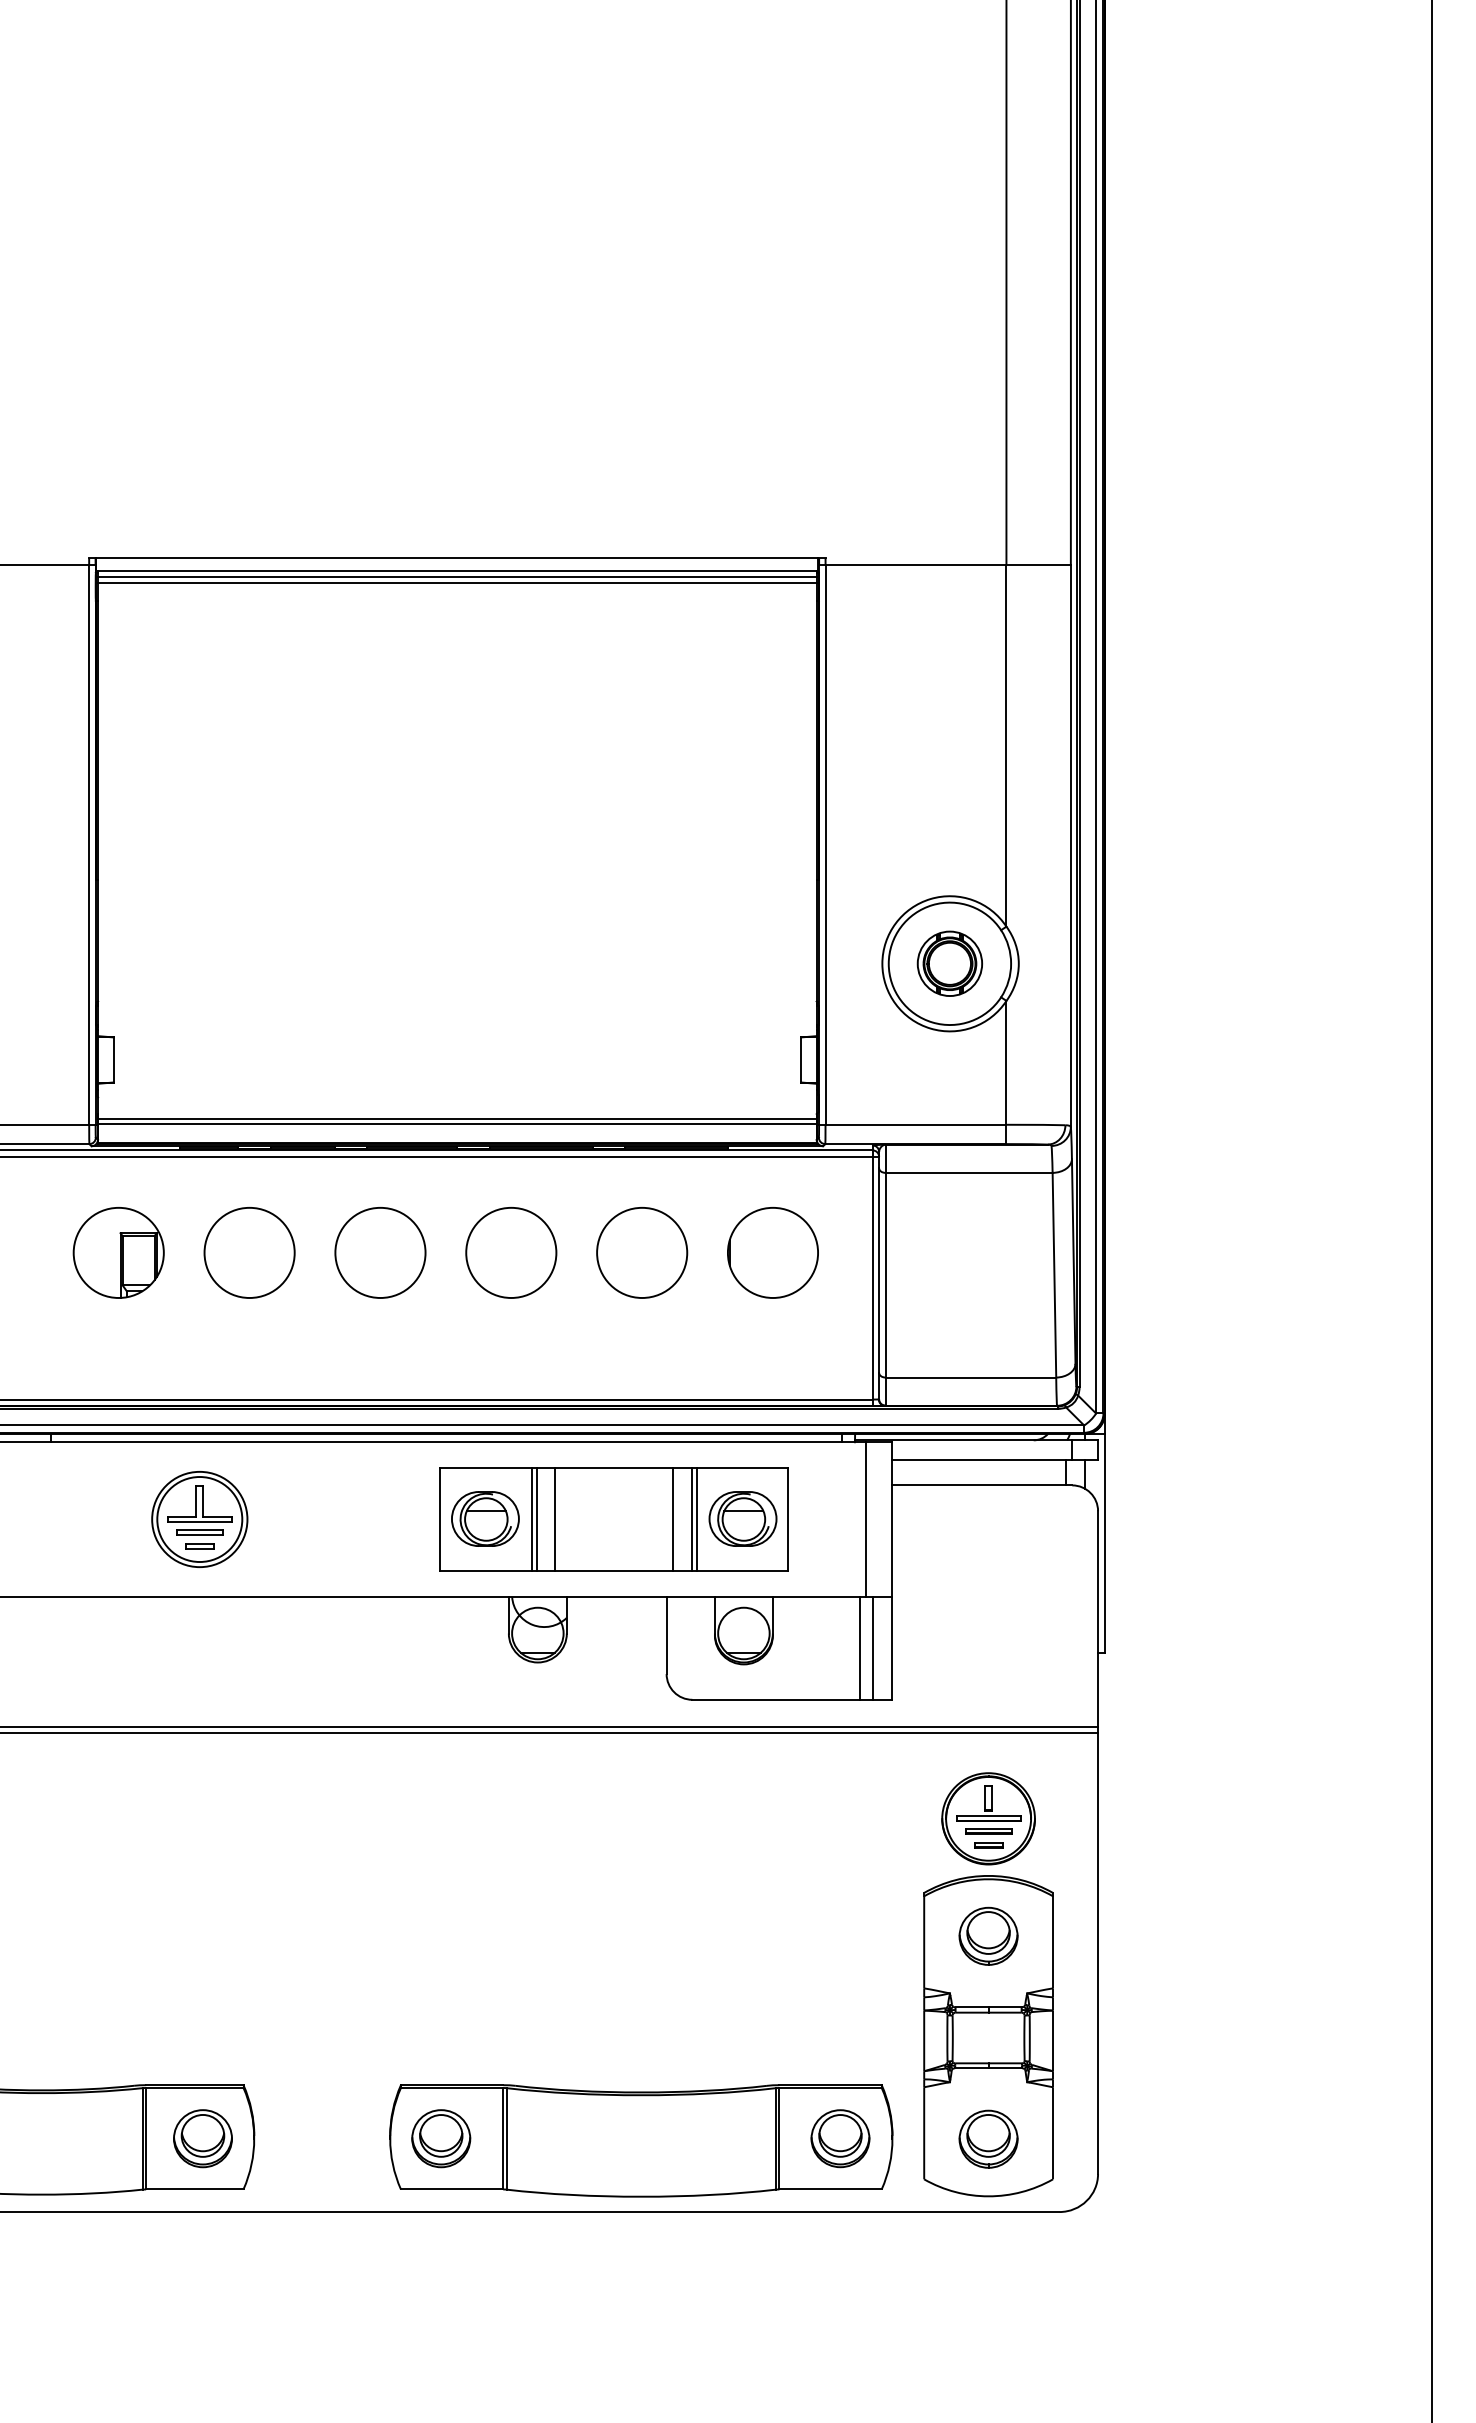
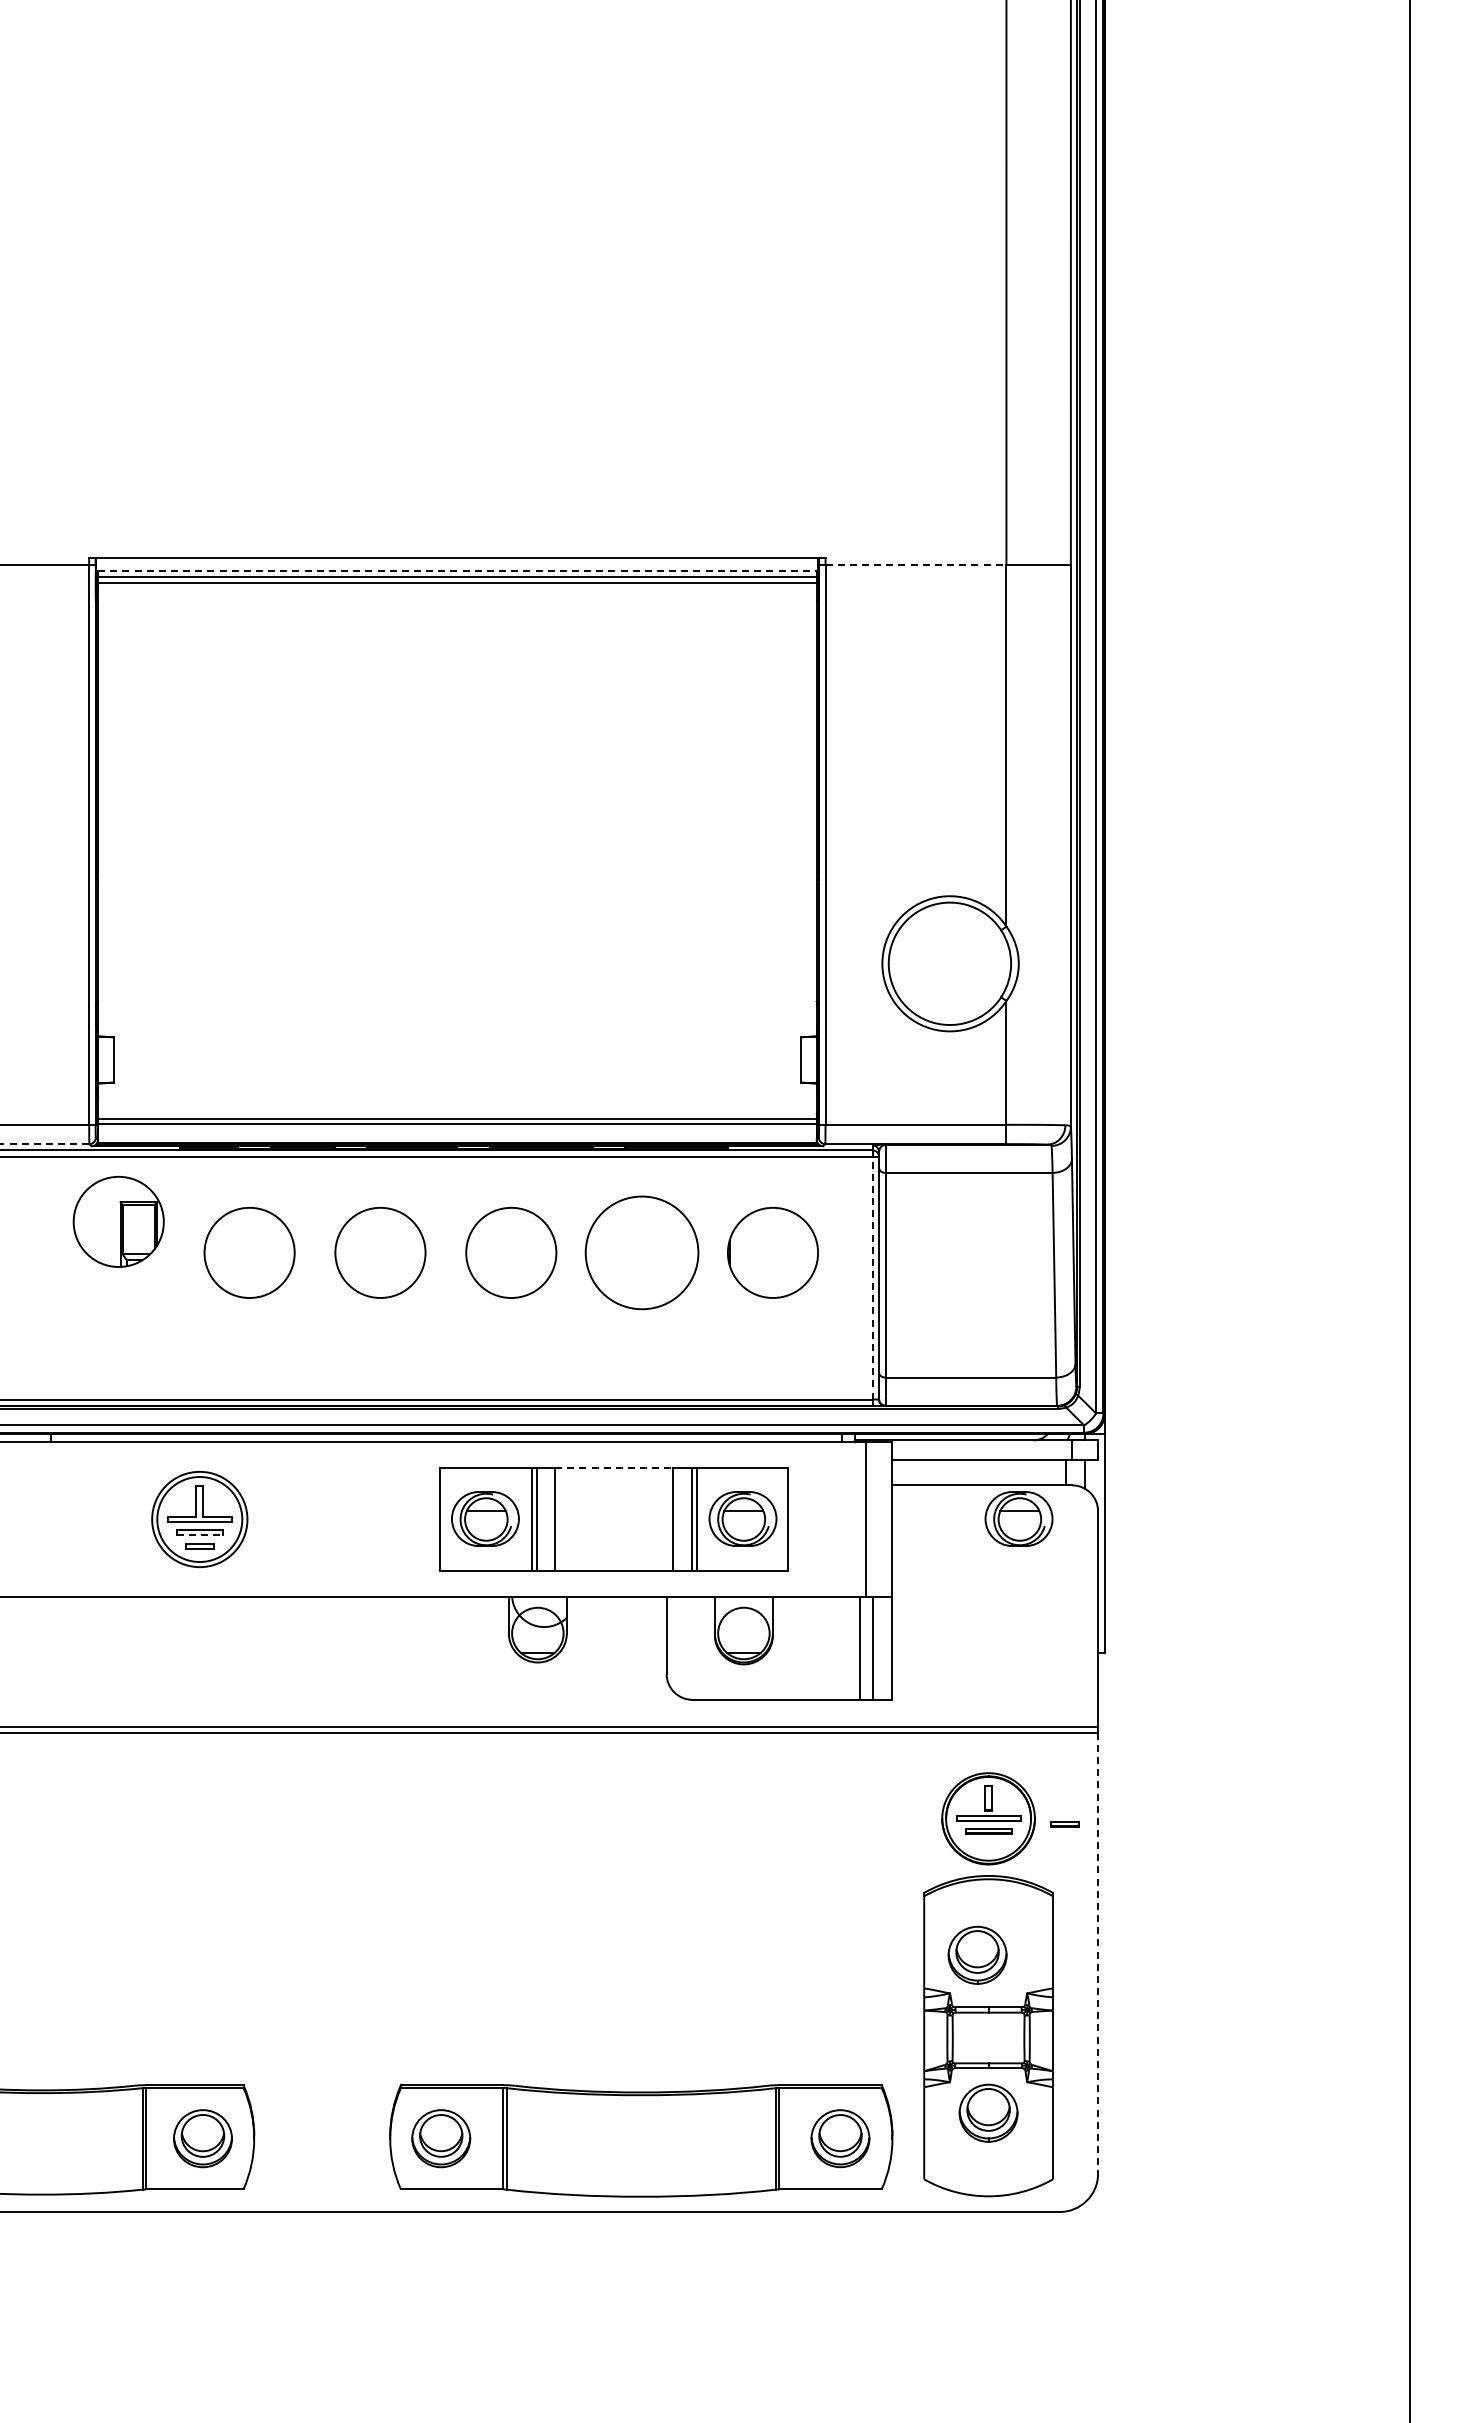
line at (916, 564): solid -> dashed
line at (457, 570): solid -> dashed
part at (949, 963): present -> none
line at (44, 1144): solid -> dashed
line at (1431, 1210) position: (1431, 1210) -> (1409, 1210)
part at (118, 1252) position: (118, 1252) -> (118, 1221)
circle at (642, 1252) size: 93x92 px -> 116x116 px
line at (872, 1277): solid -> dashed
line at (614, 1467): solid -> dashed
part at (1018, 1518): none -> present
line at (200, 1534): solid -> dashed
part at (988, 1845) position: (988, 1845) -> (1064, 1824)
part at (988, 1935) position: (988, 1935) -> (977, 1954)
line at (1098, 1953): solid -> dashed
part at (988, 2138) position: (988, 2138) -> (988, 2112)
